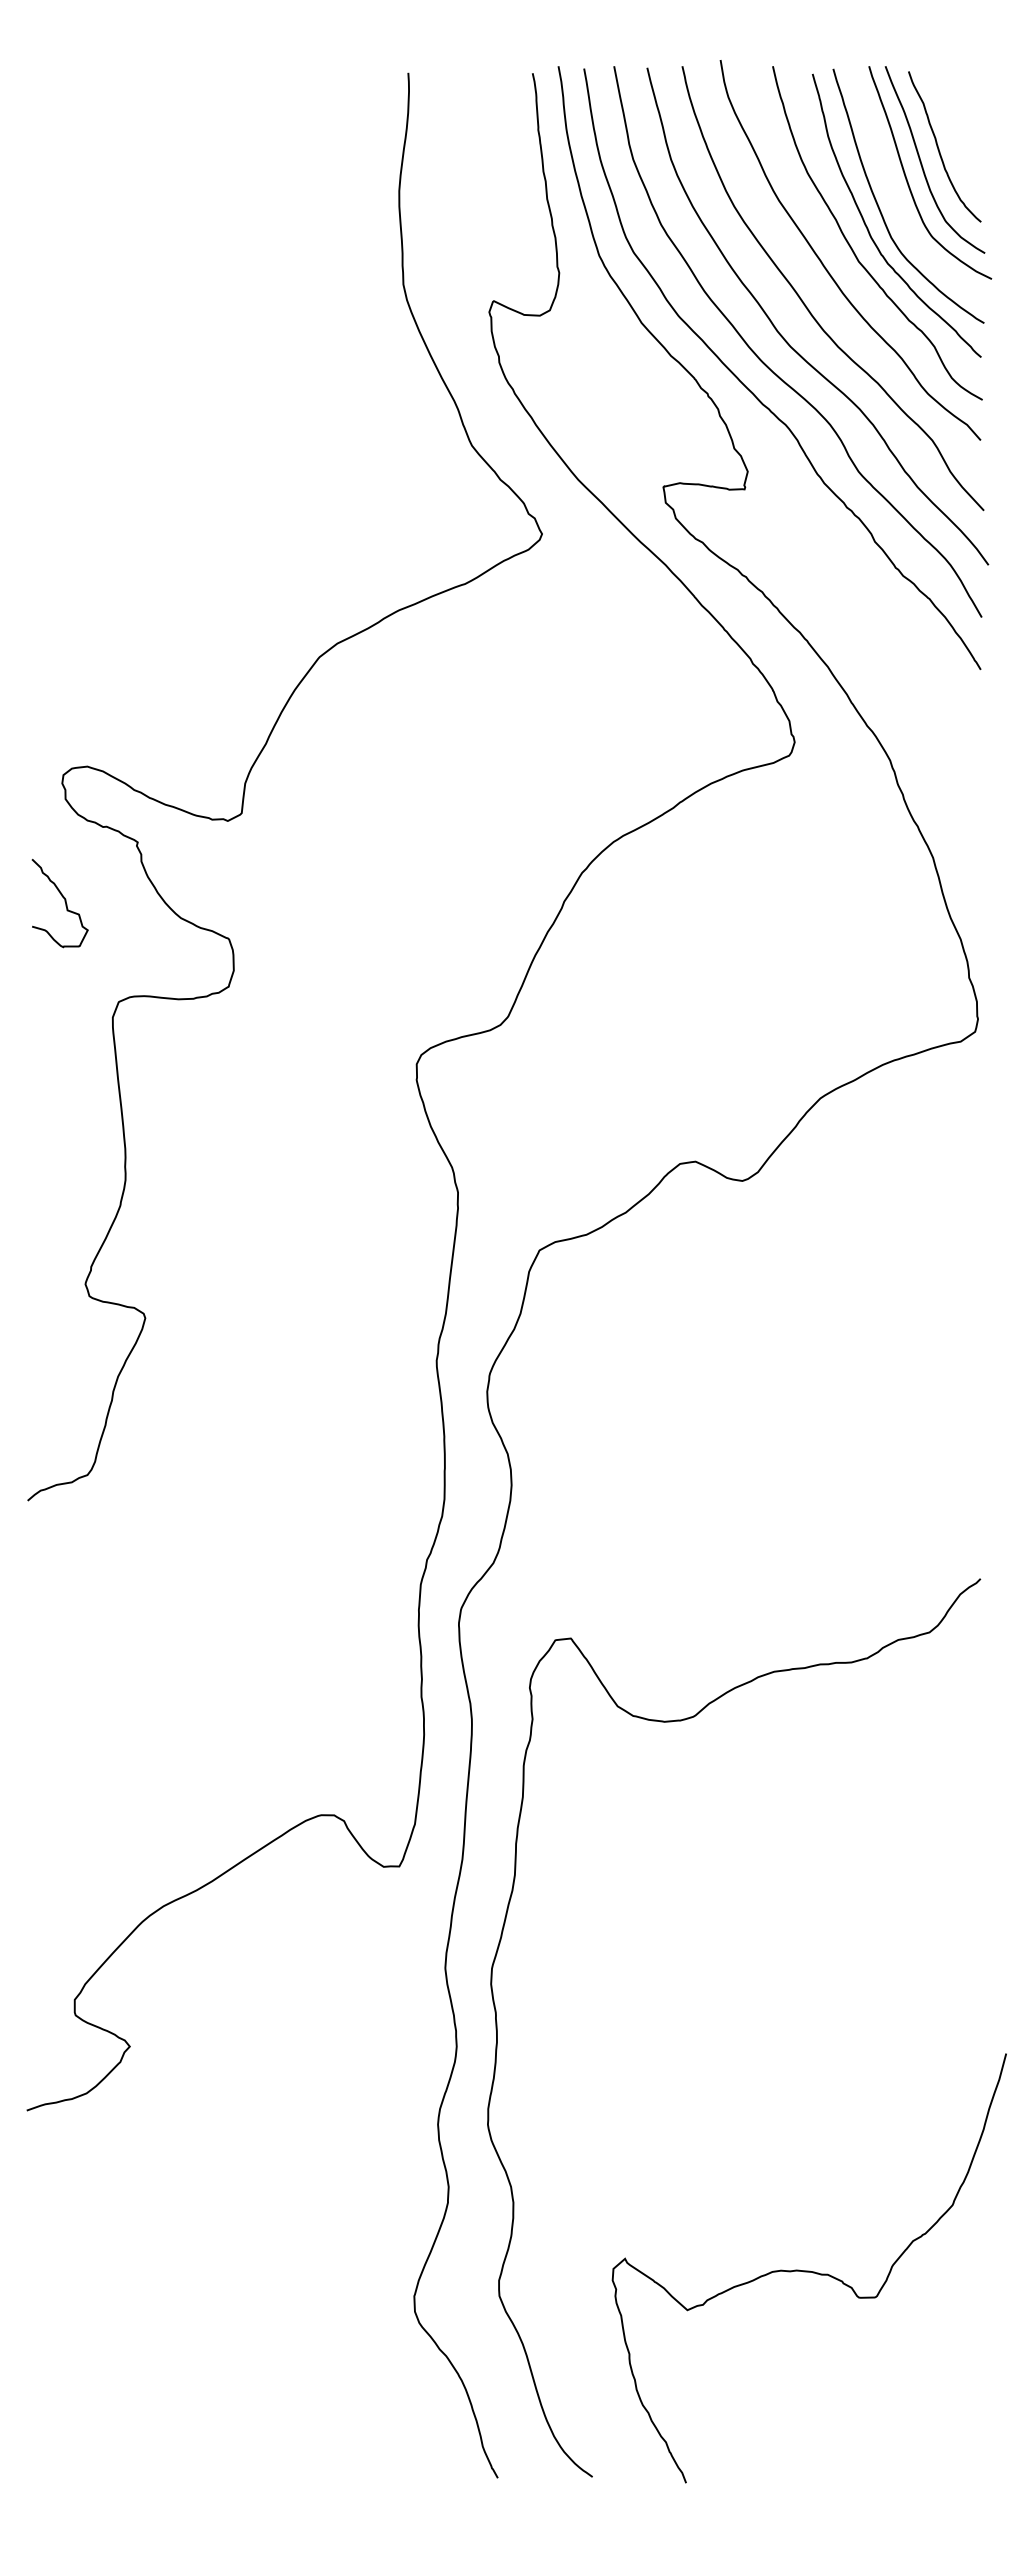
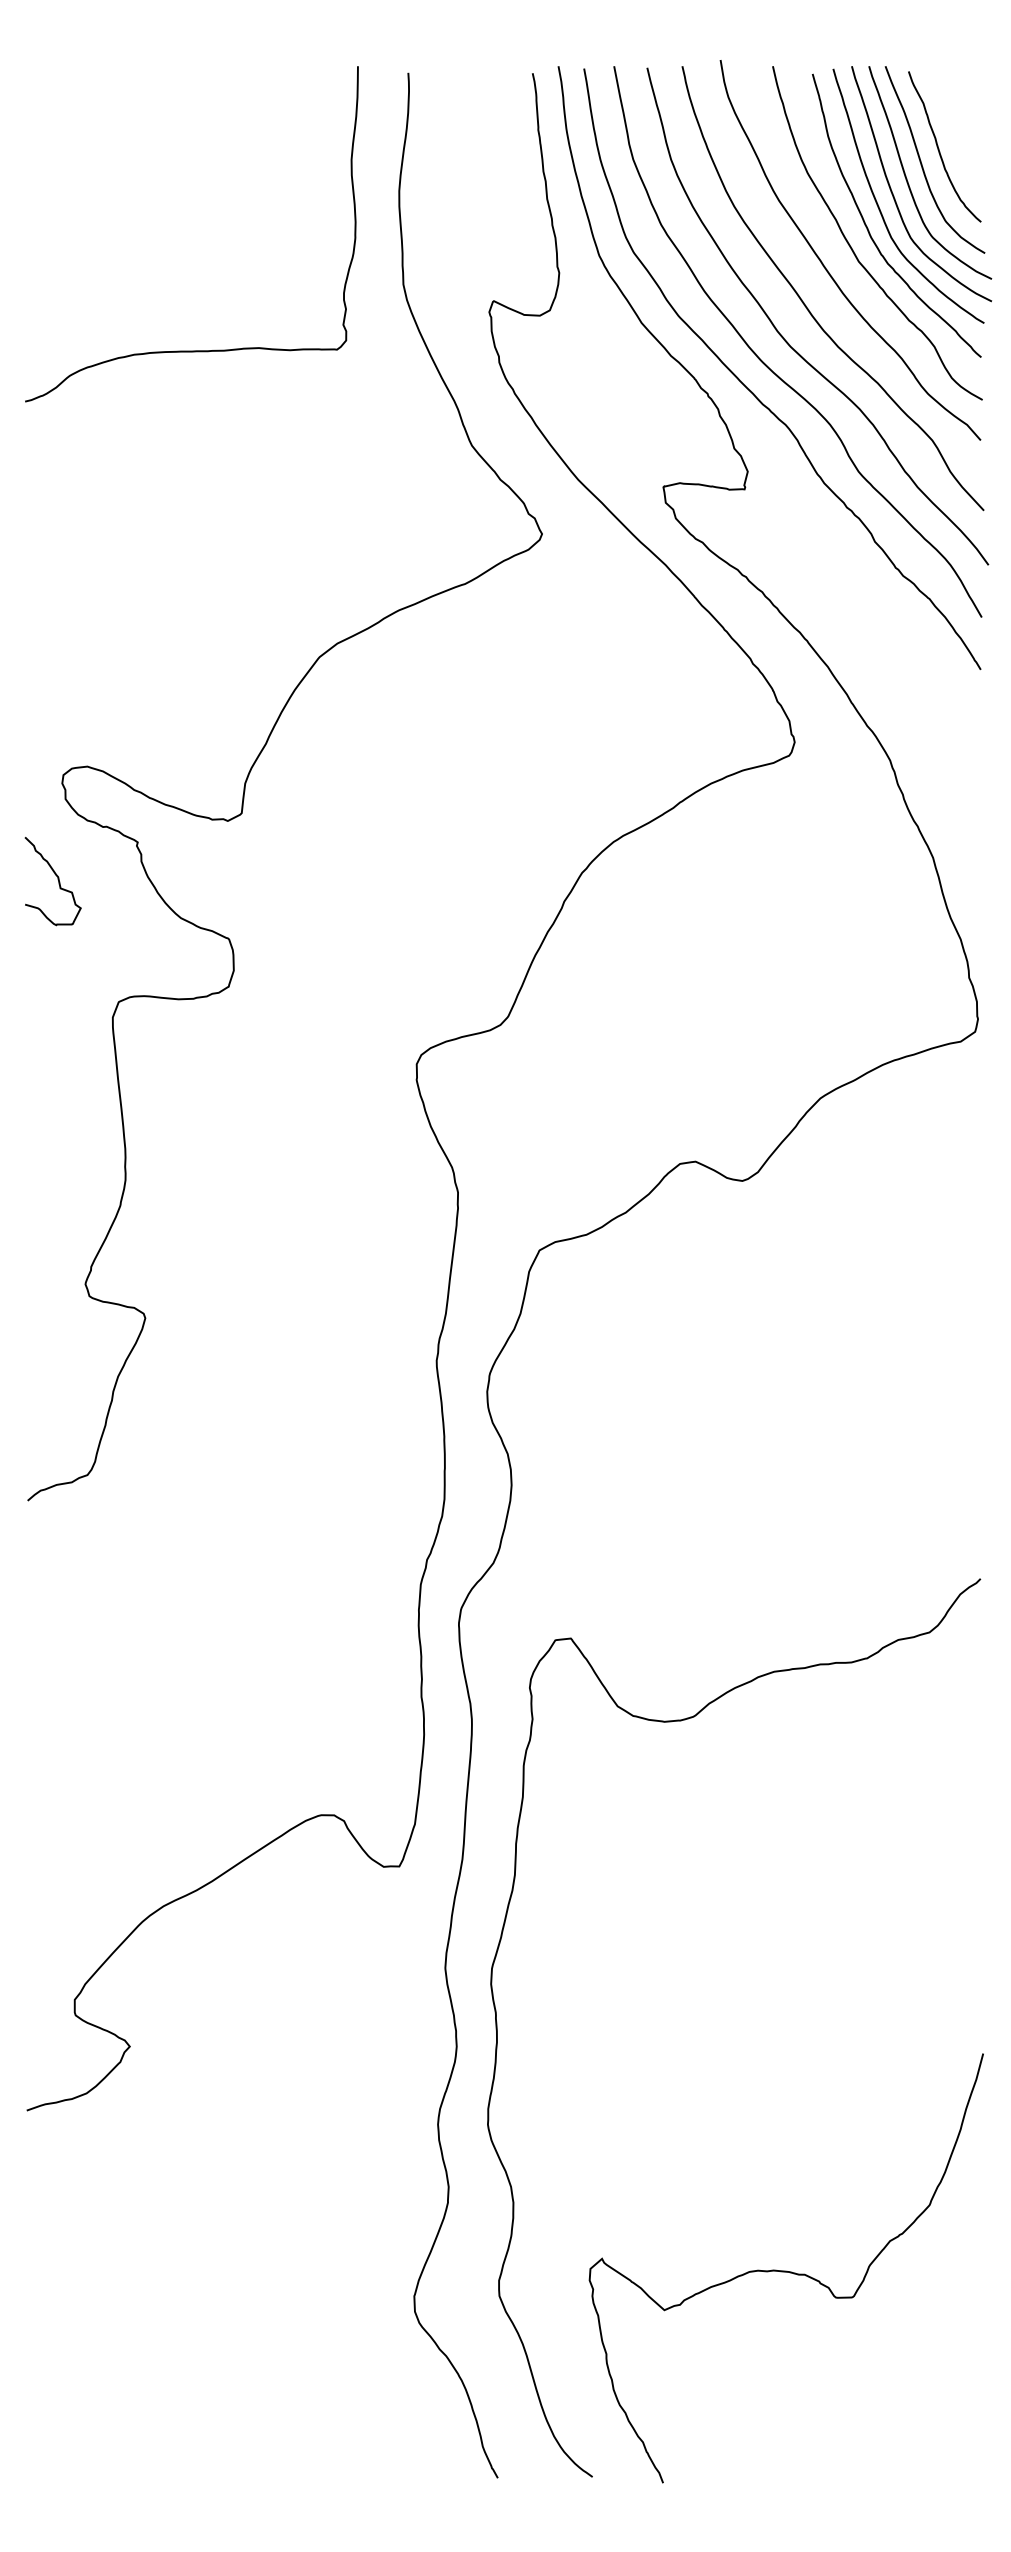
curve at (894, 195): none -> present
curve at (191, 350): none -> present
curve at (64, 901) position: (64, 901) -> (57, 879)
curve at (808, 2270) position: (808, 2270) -> (785, 2270)
